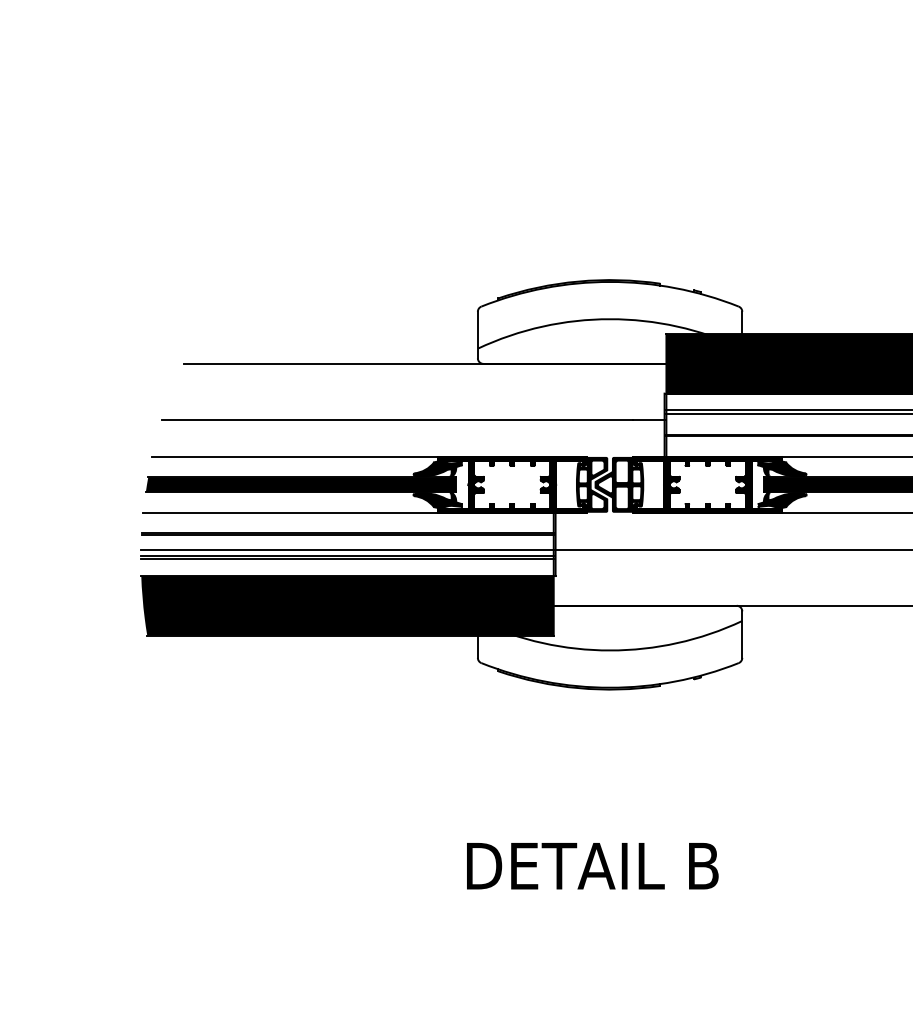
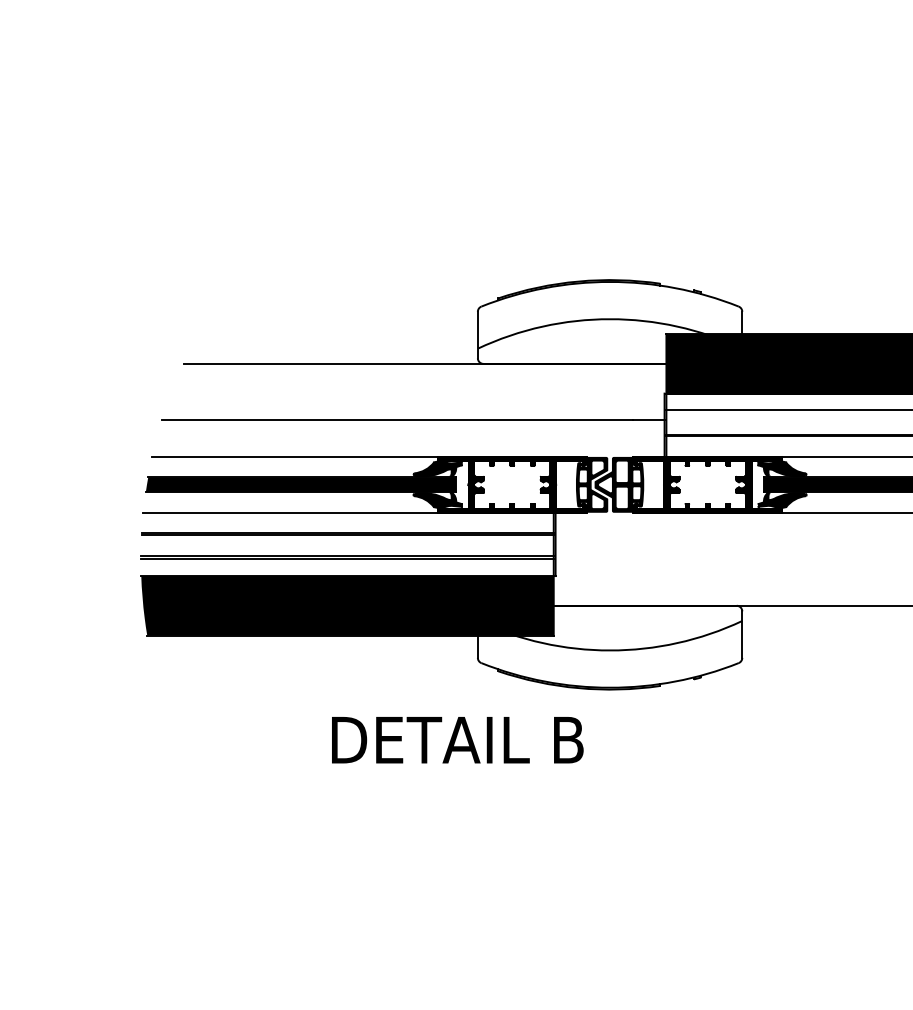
line at (787, 414): present -> none
line at (525, 549): present -> none
text at (592, 866) position: (592, 866) -> (457, 740)
